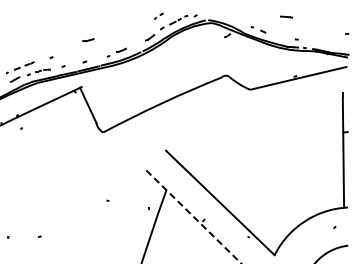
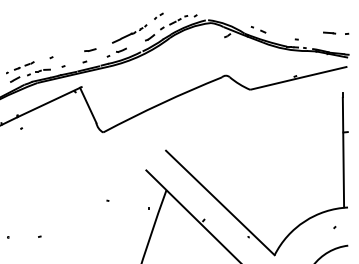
line at (286, 16) position: (286, 16) -> (329, 32)
part at (129, 33): none -> present
part at (88, 40) position: (88, 40) -> (90, 50)
line at (193, 217): dashed -> solid
